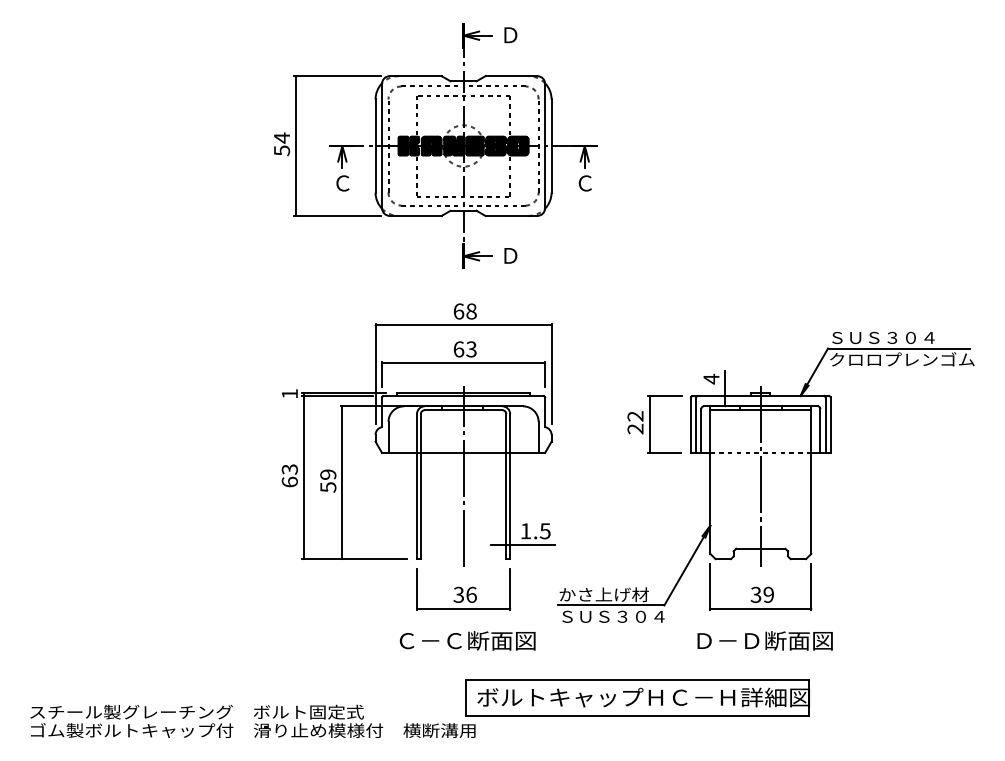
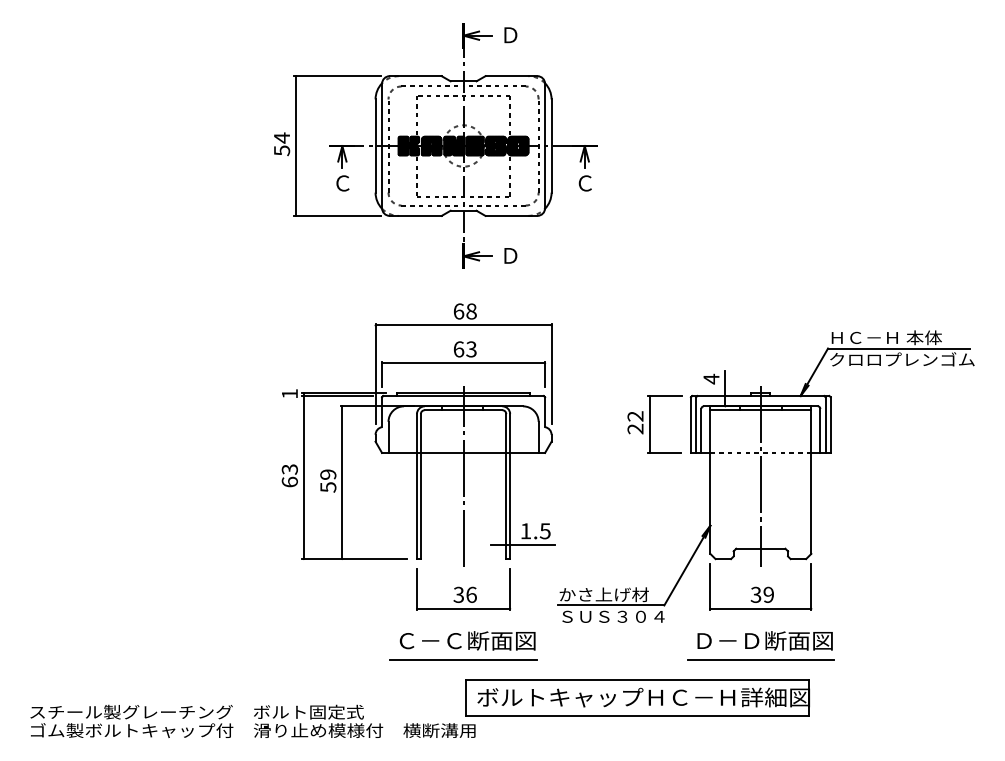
text at (886, 337): ＳＵＳ３０４ -> ＨＣ－Ｈ 本体
line at (463, 659): none -> present
line at (760, 659): none -> present
